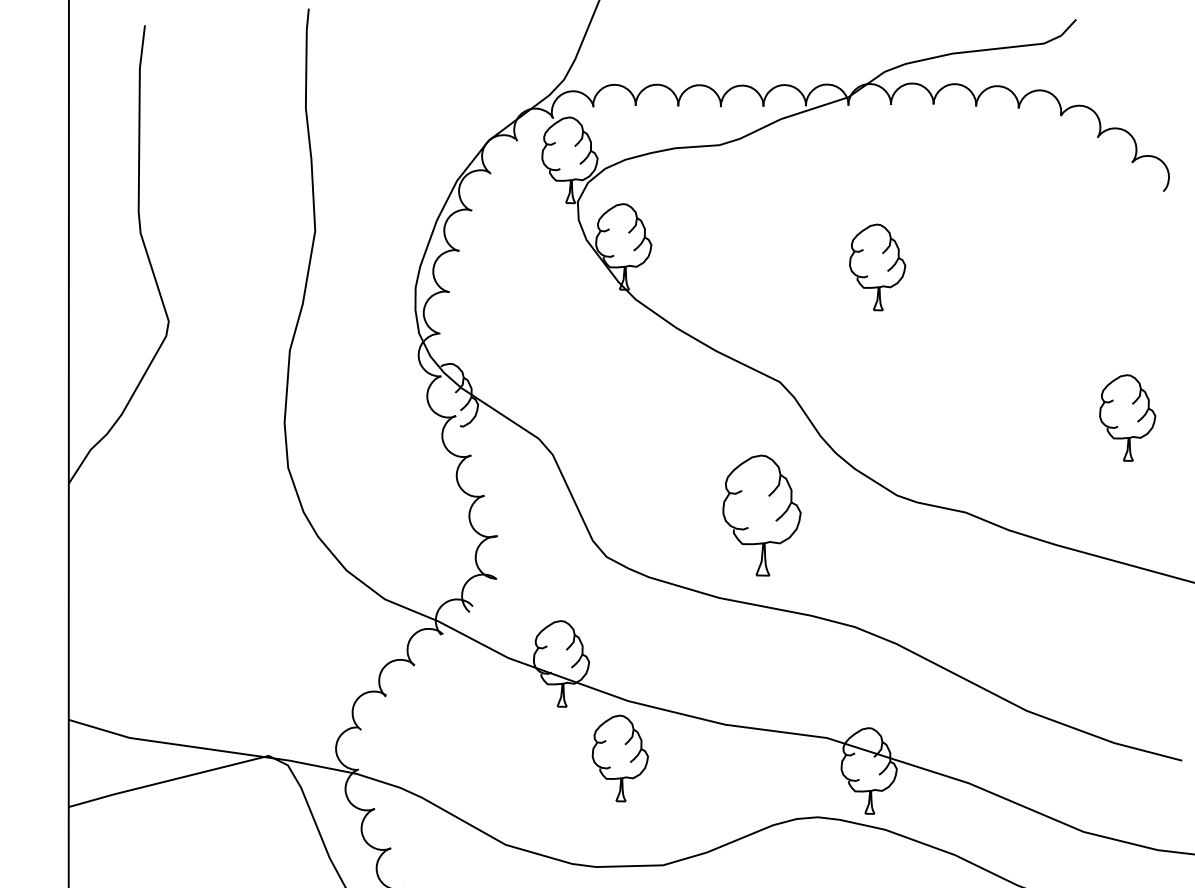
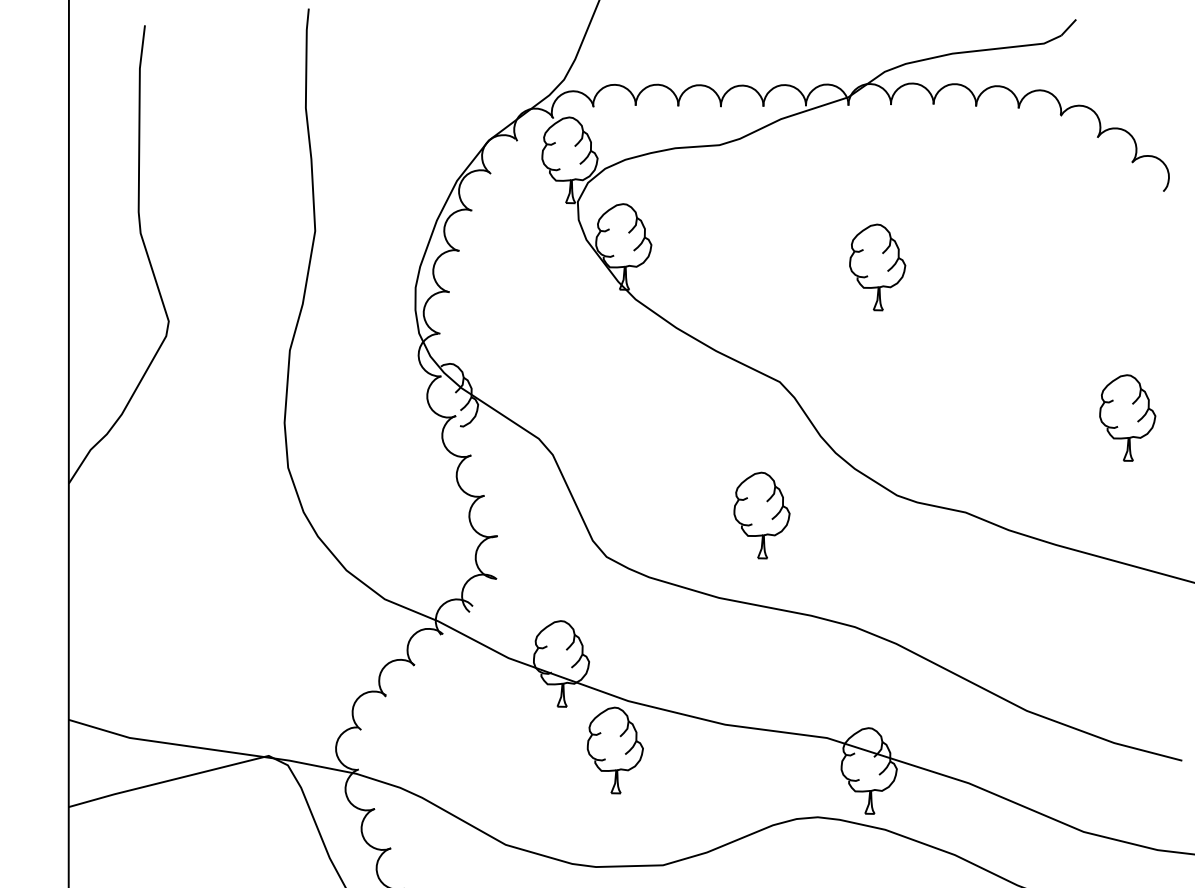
part at (761, 515) size: 80x123 px -> 58x89 px
part at (619, 758) position: (619, 758) -> (614, 750)
